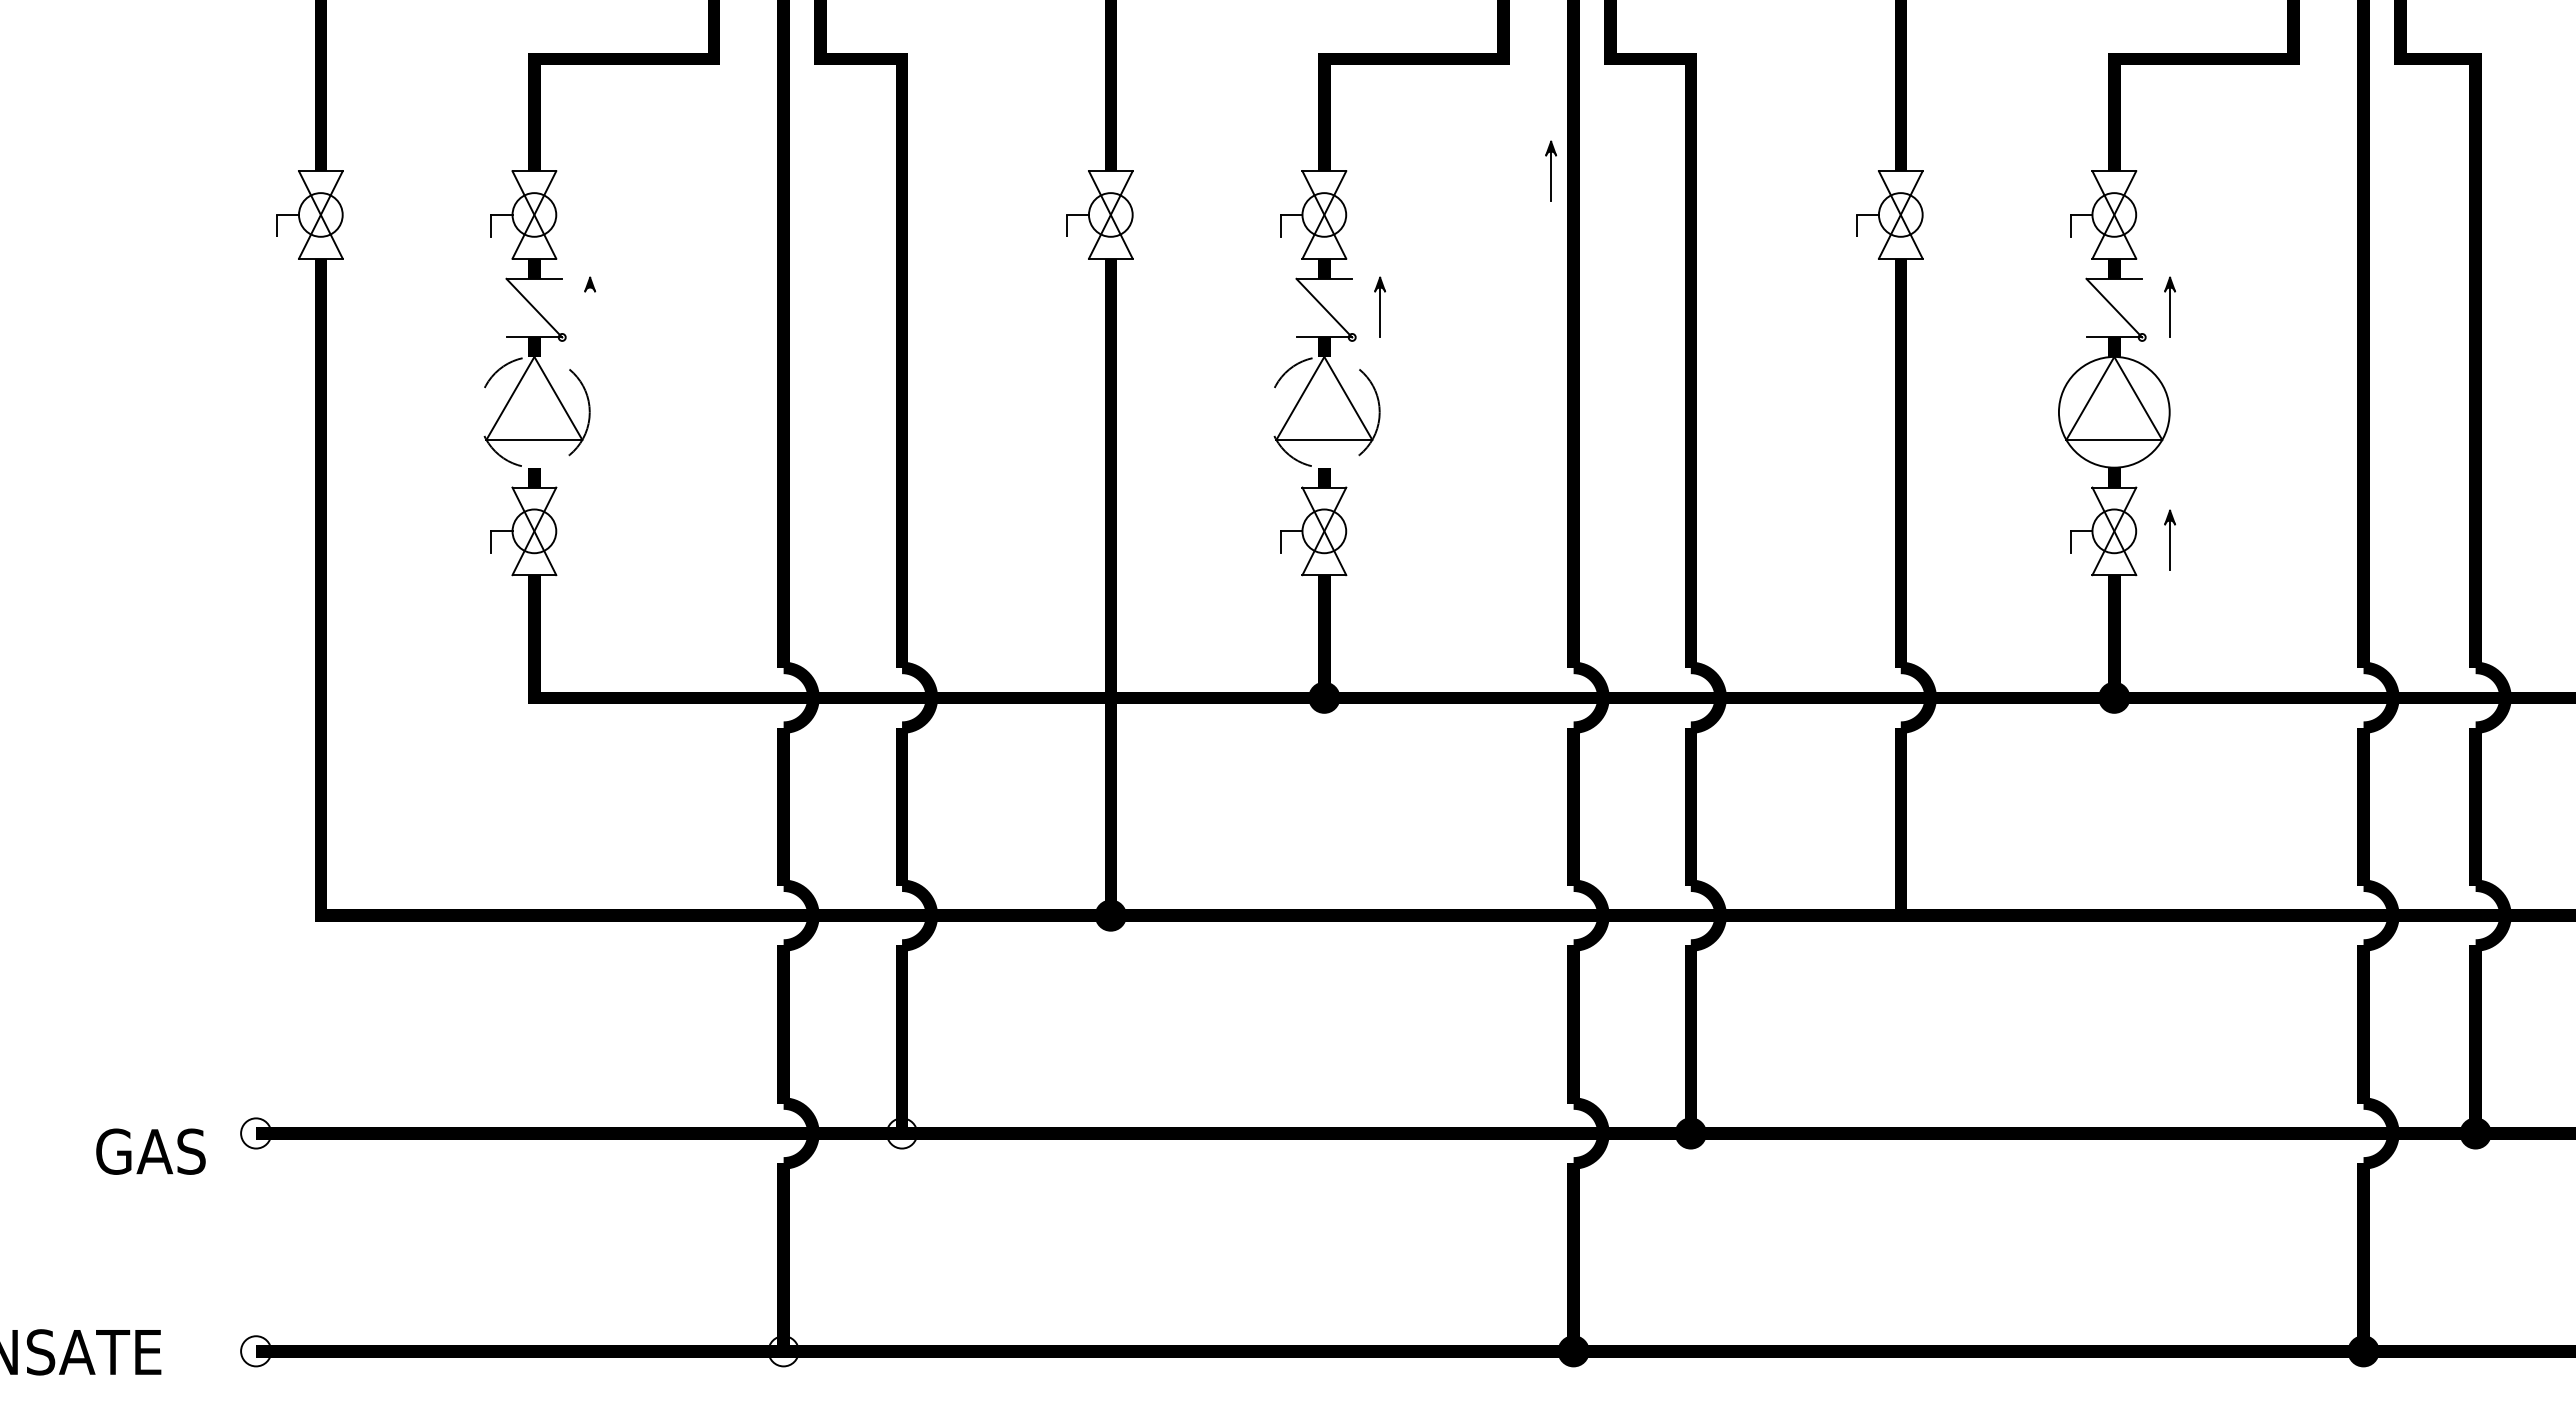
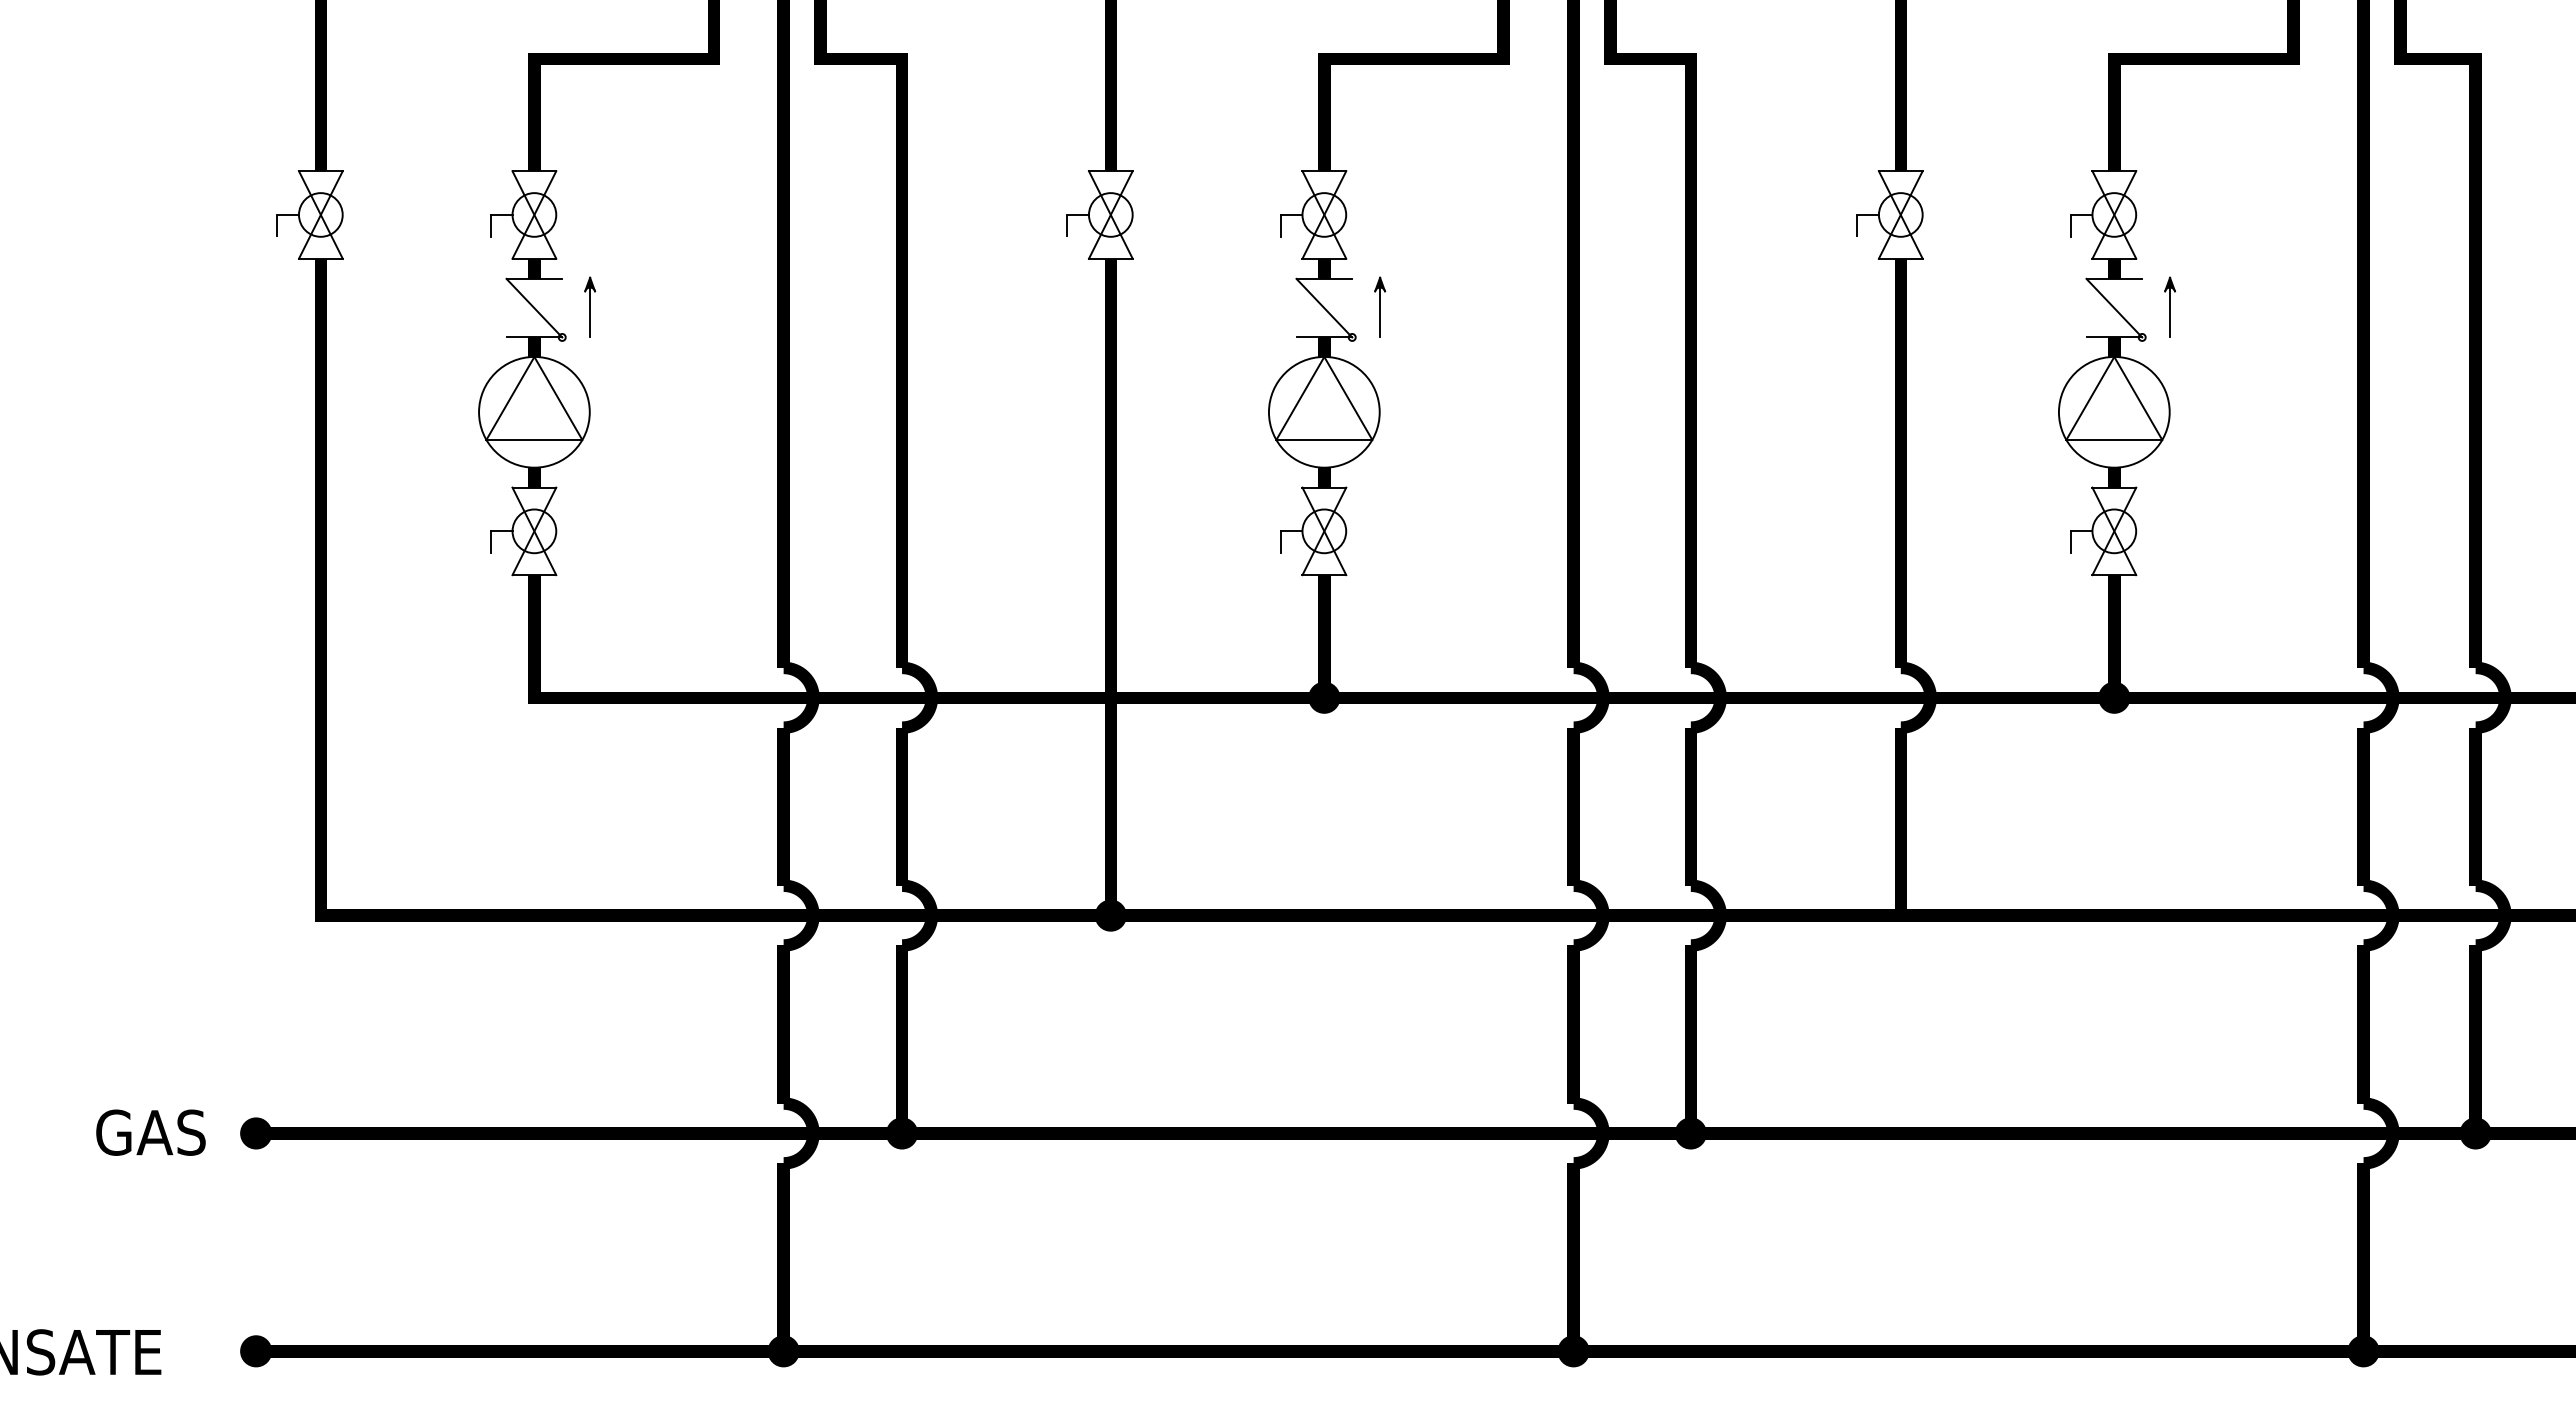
part at (1550, 170): present -> none
line at (590, 312): none -> present
circle at (534, 411): dashed -> solid
circle at (1323, 411): dashed -> solid
part at (2169, 539): present -> none
fill at (256, 1133): none -> present
fill at (901, 1133): none -> present
text at (150, 1151) position: (150, 1151) -> (150, 1132)
fill at (256, 1351): none -> present
fill at (783, 1351): none -> present
